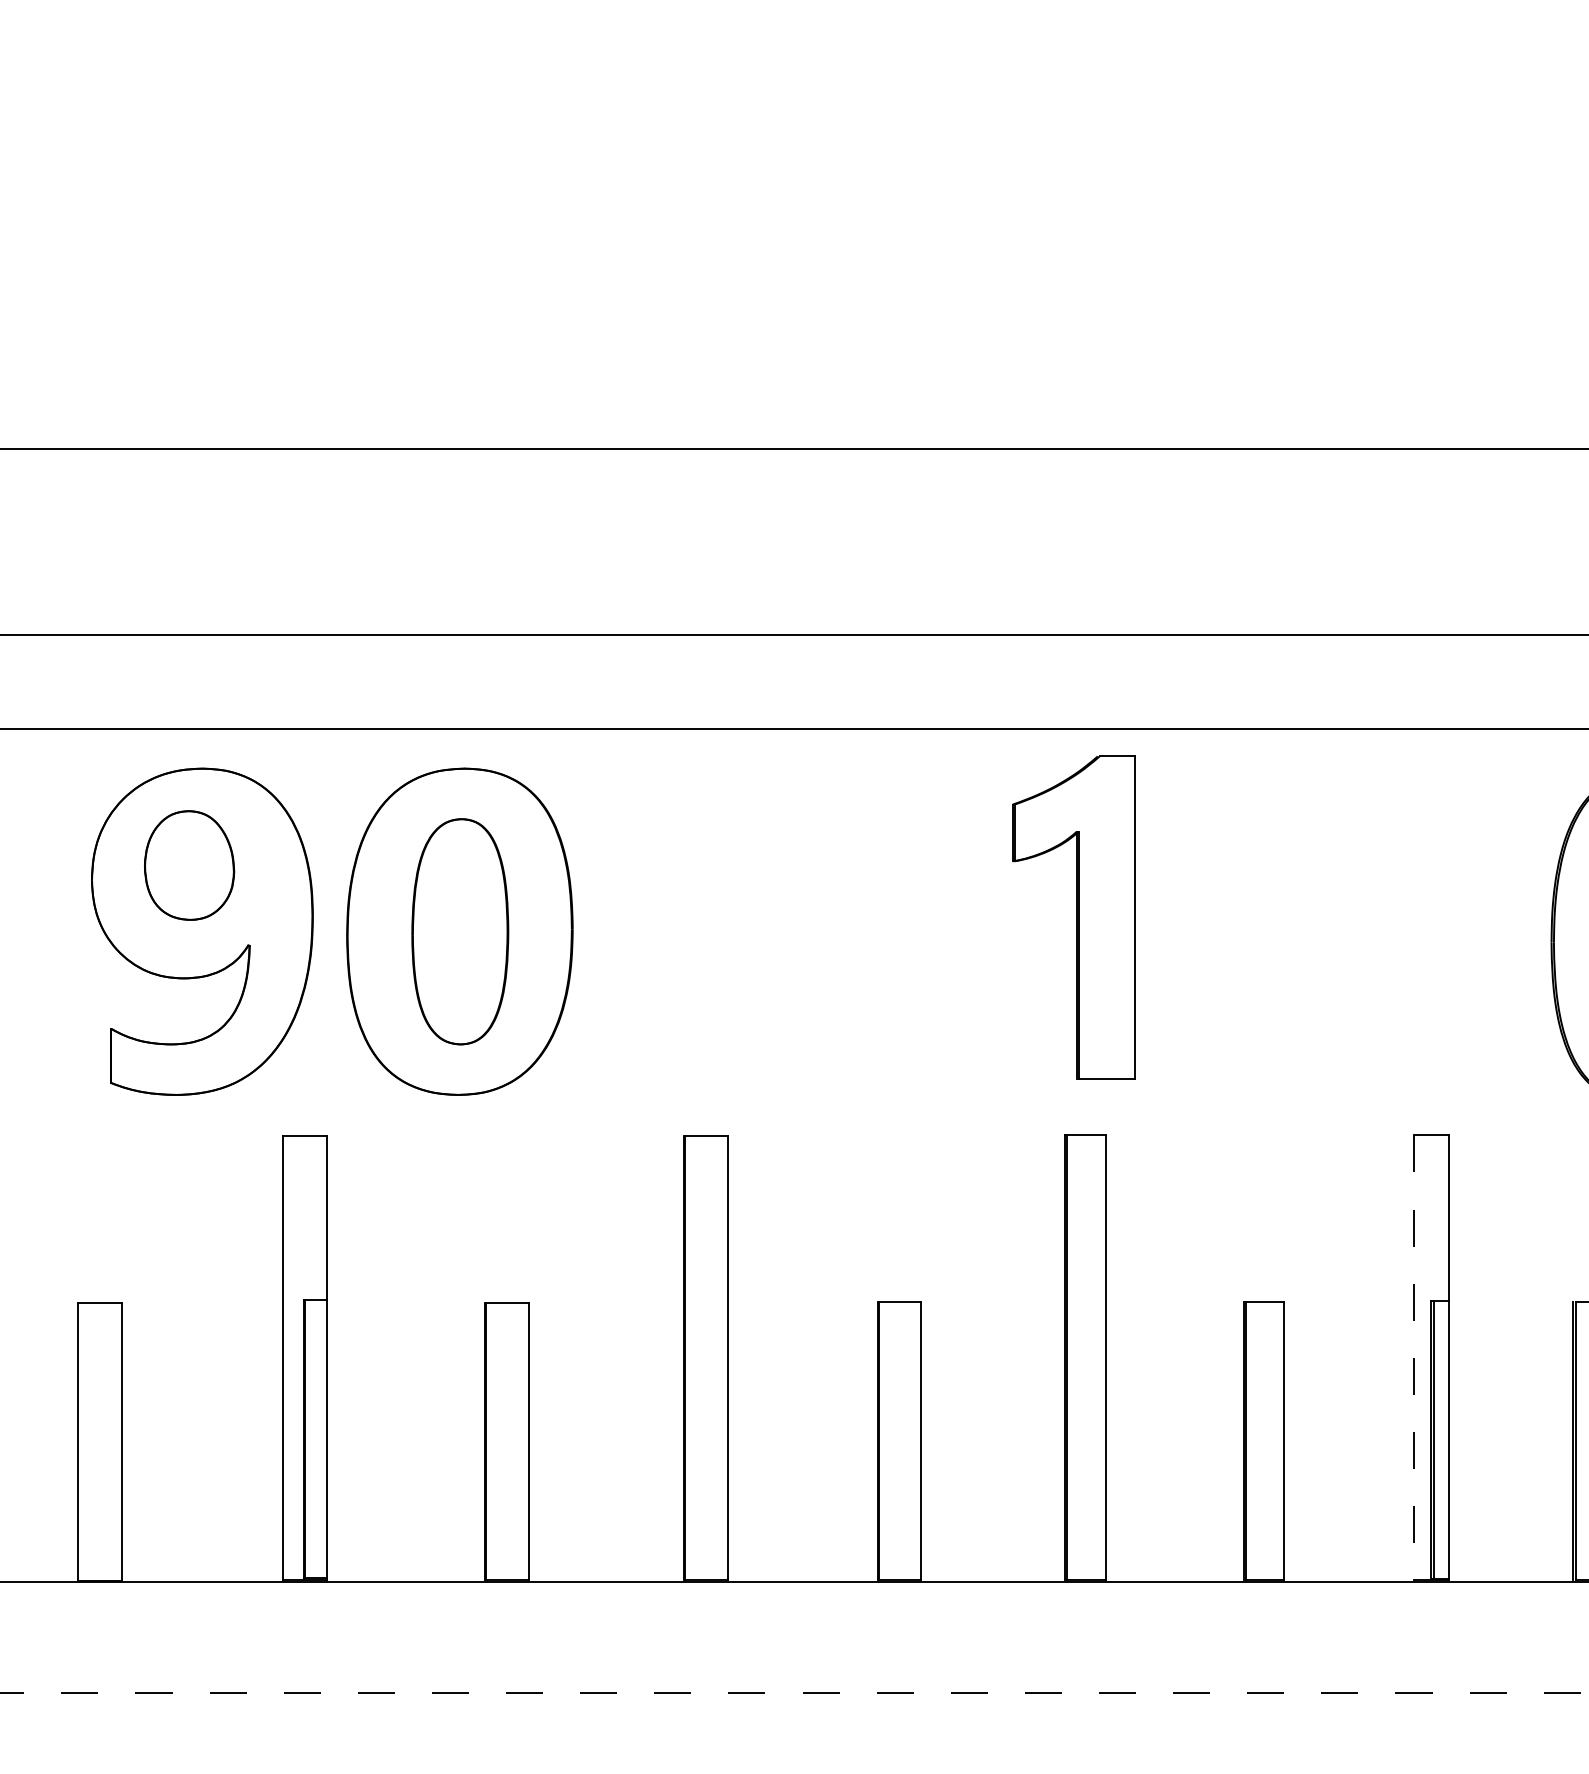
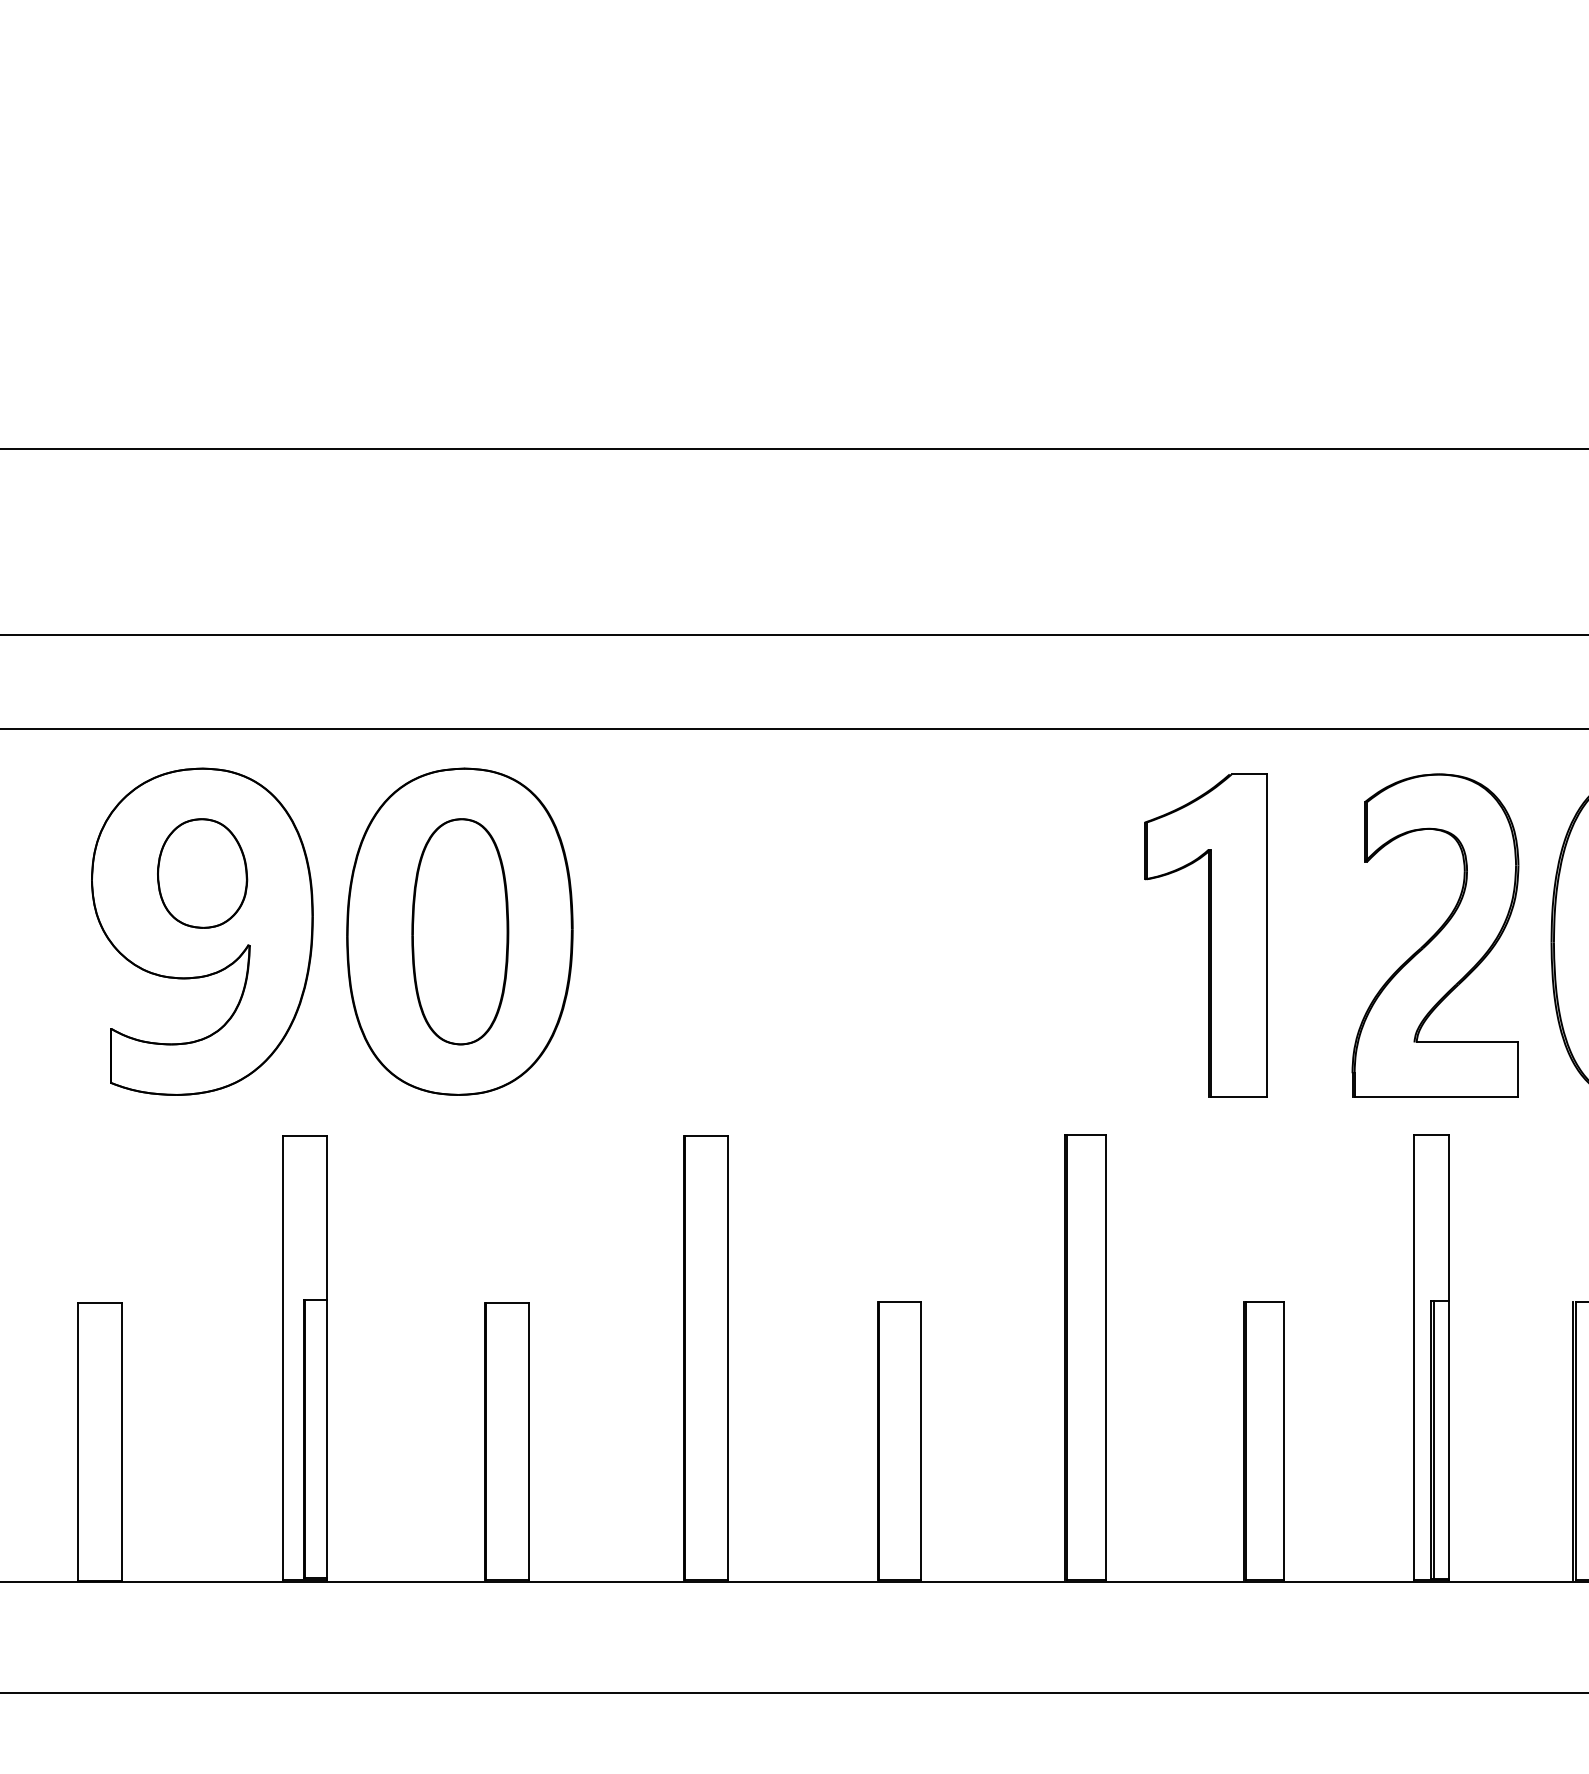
part at (189, 865) position: (189, 865) -> (202, 873)
part at (1073, 917) position: (1073, 917) -> (1205, 935)
part at (1435, 935): none -> present
line at (1414, 1358): dashed -> solid
line at (793, 1692): dashed -> solid
